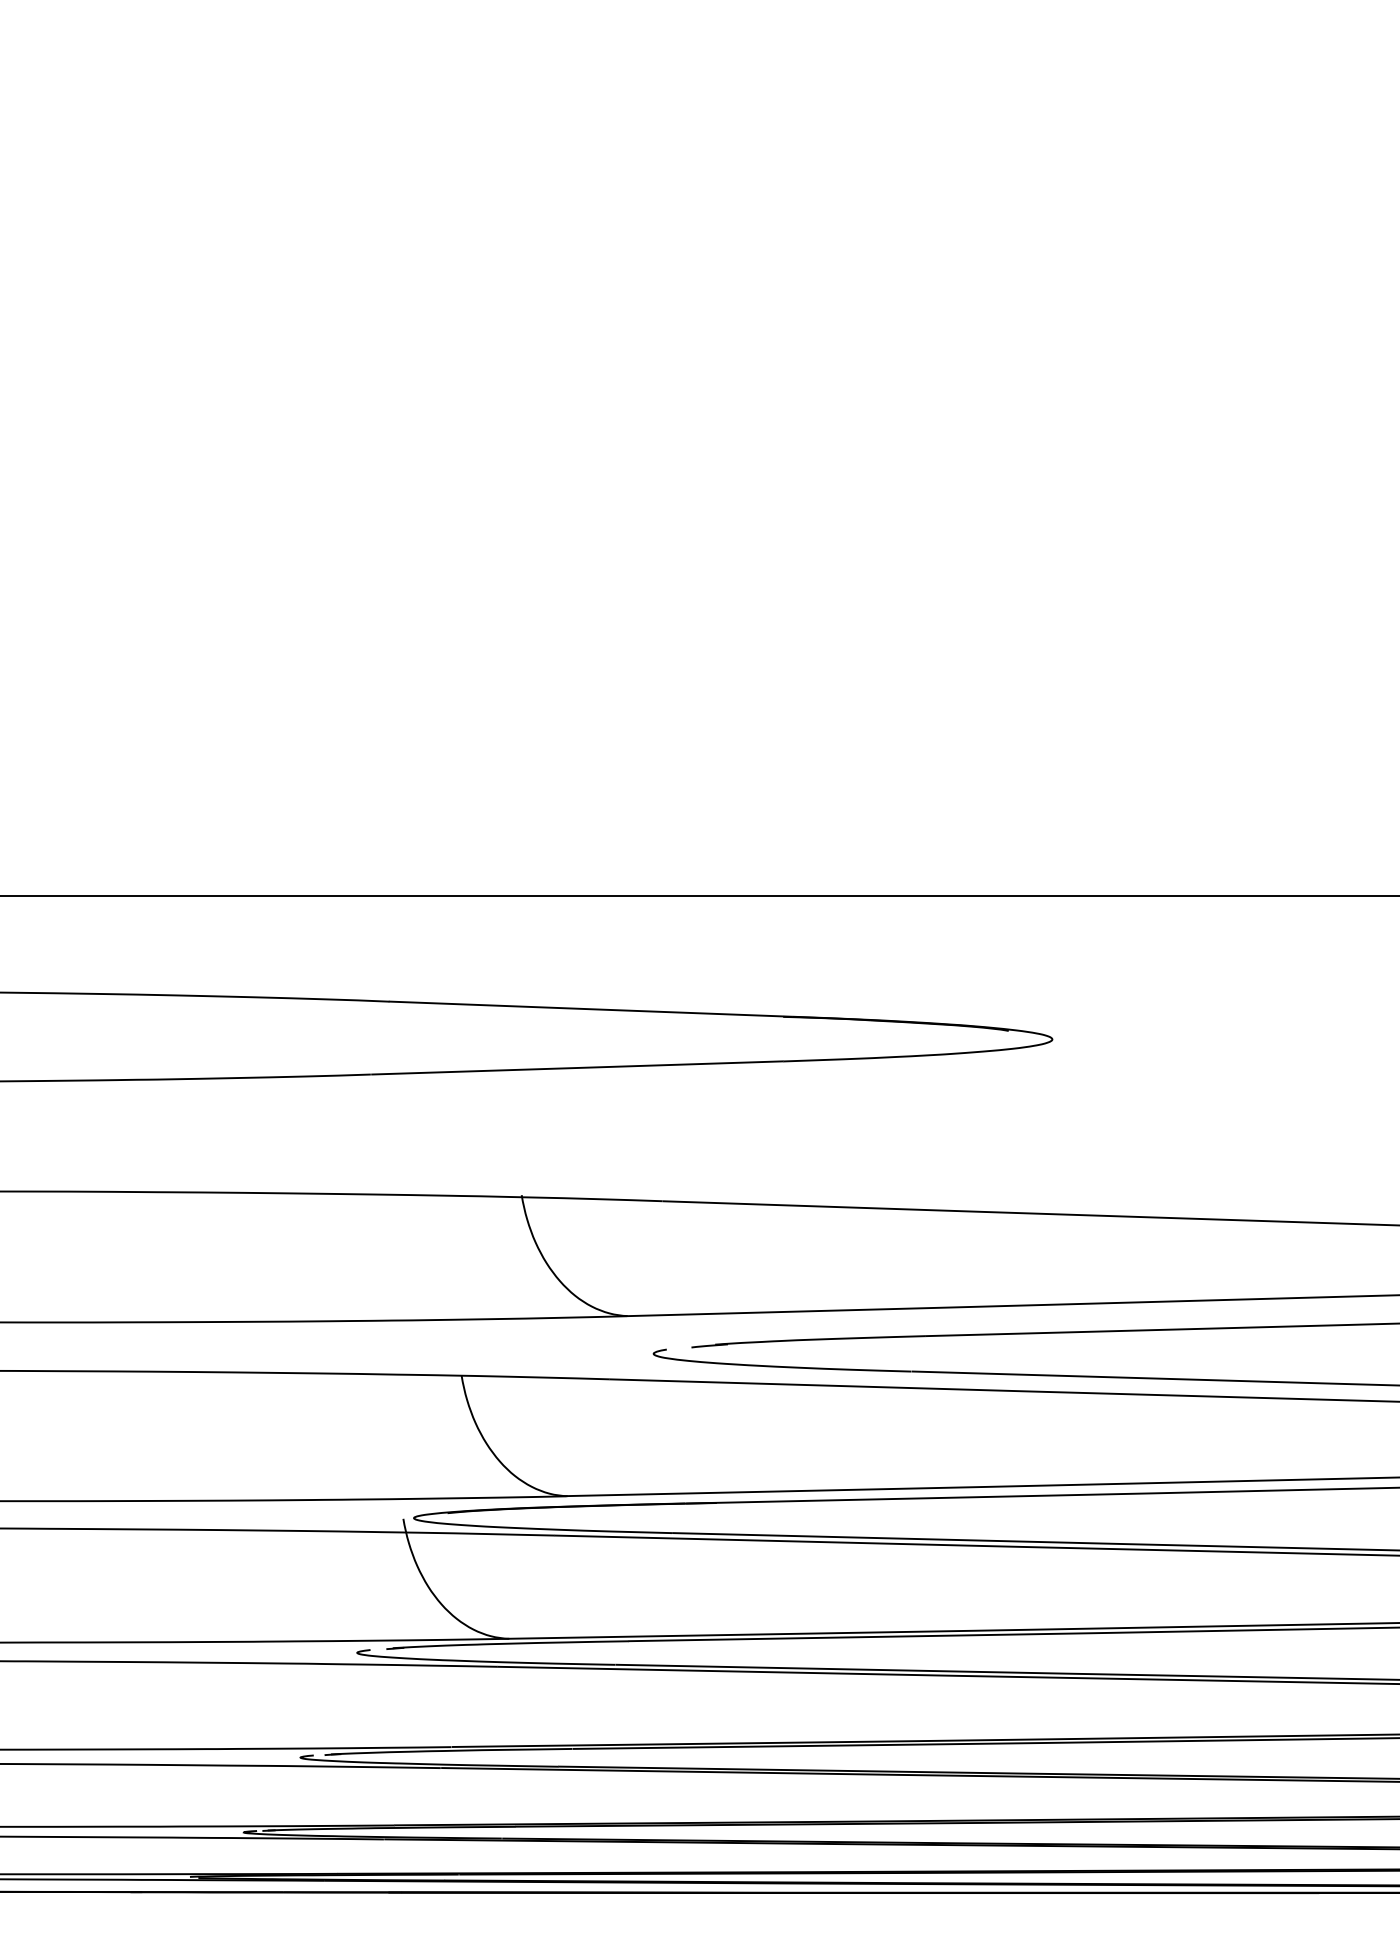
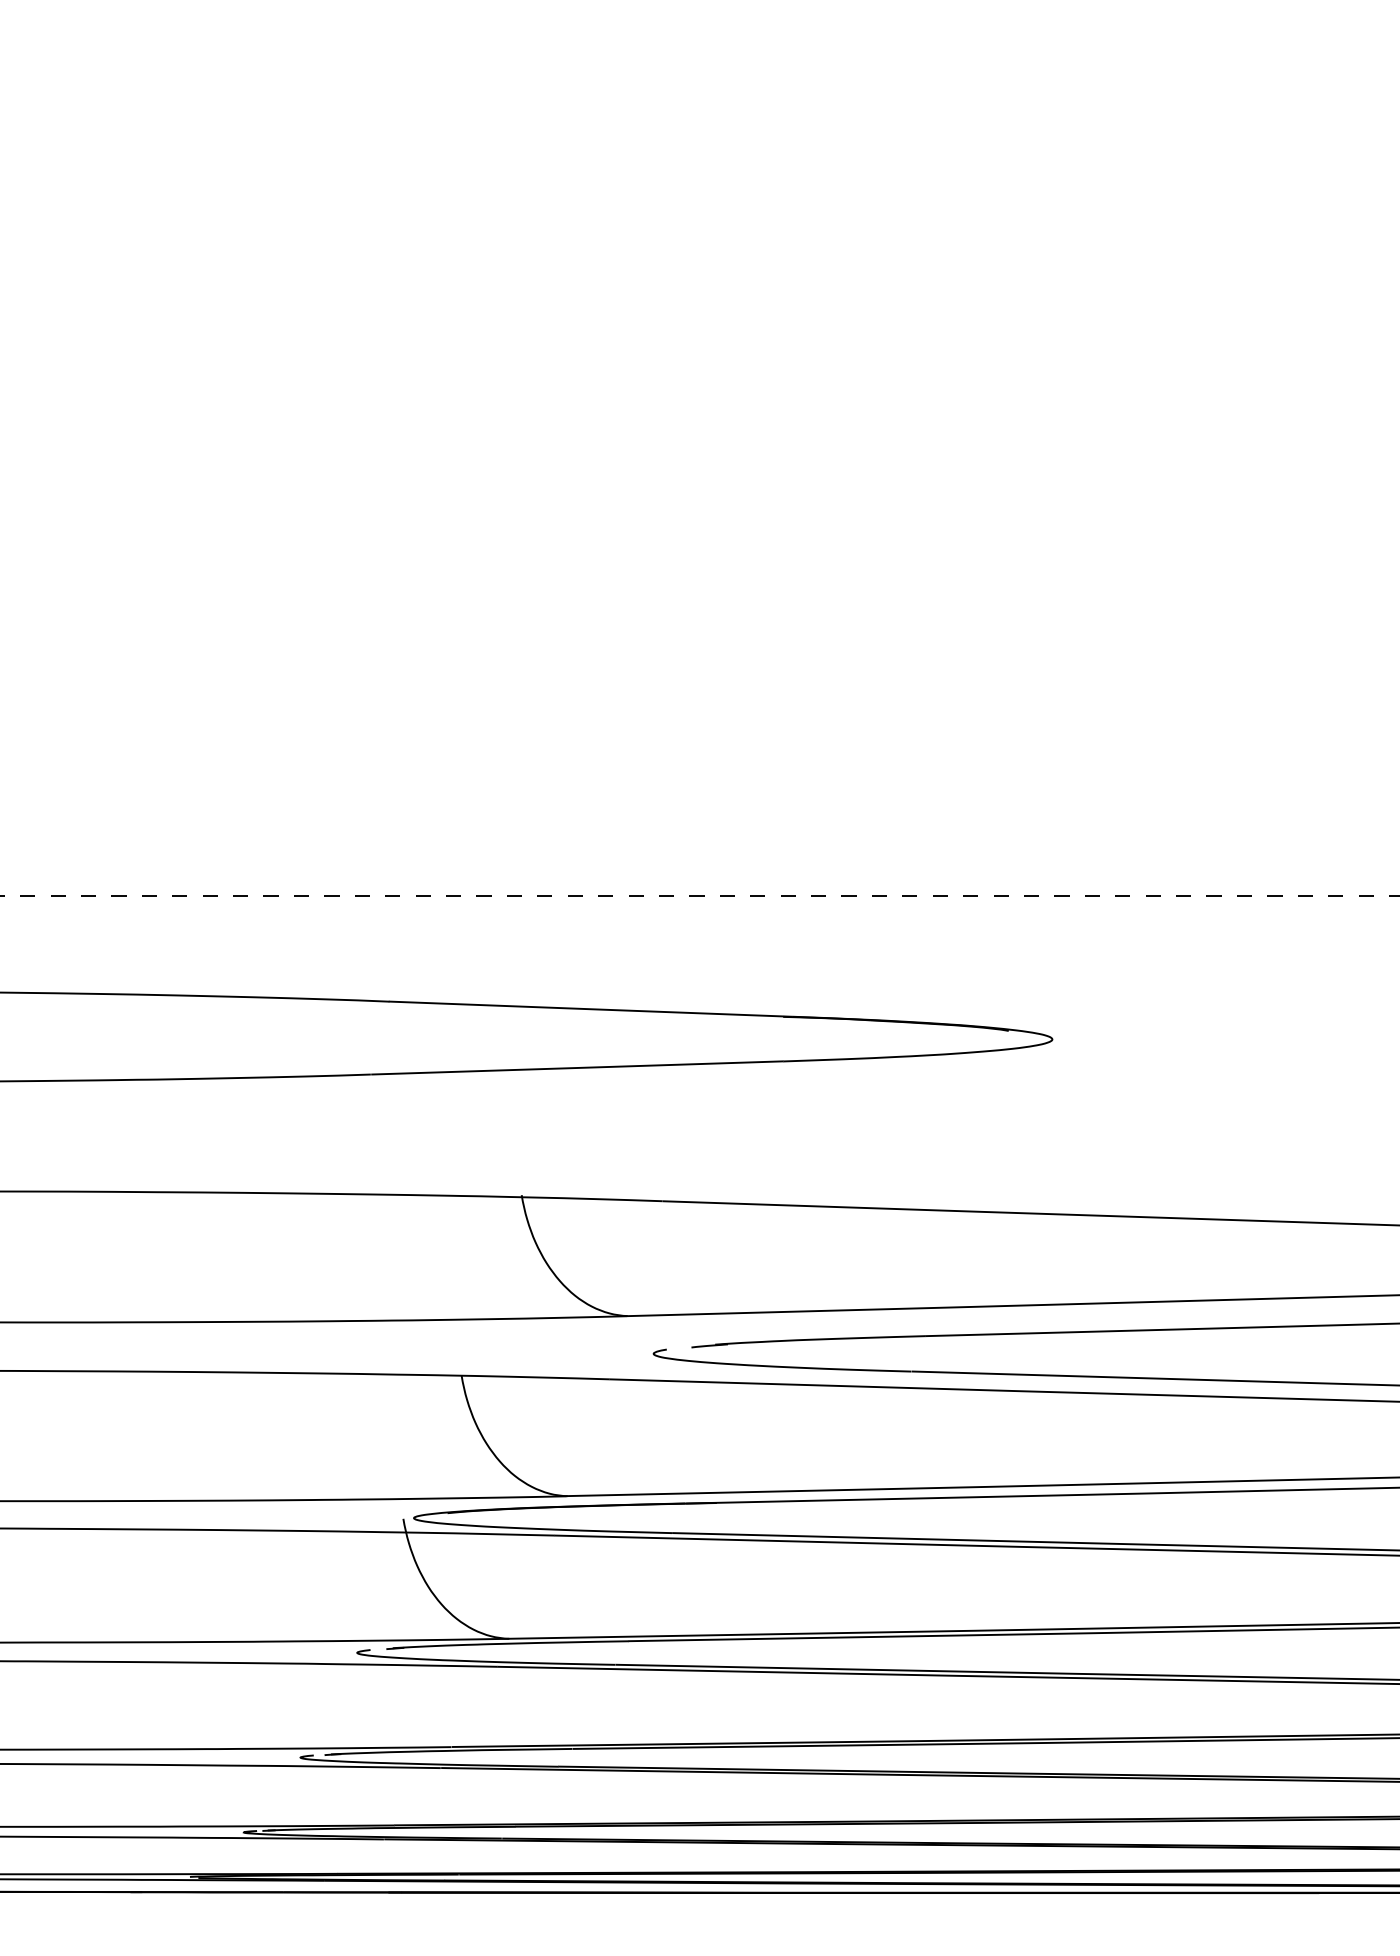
line at (699, 896): solid -> dashed
